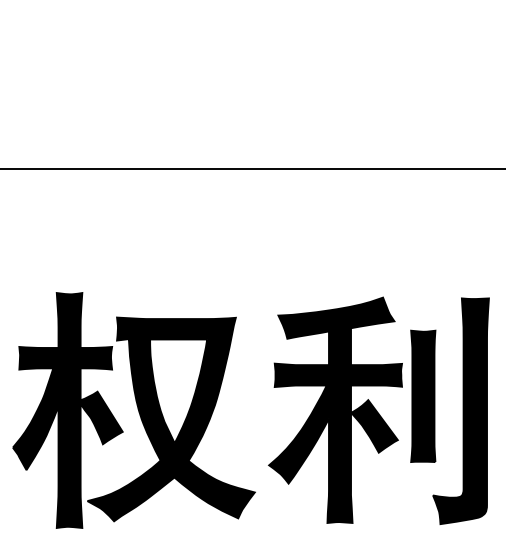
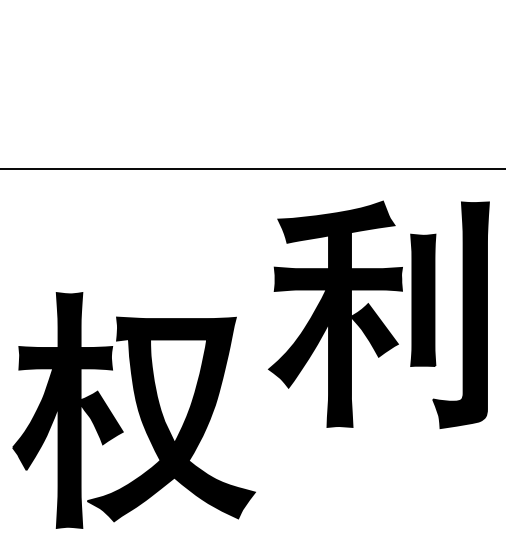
part at (378, 410) position: (378, 410) -> (378, 314)
